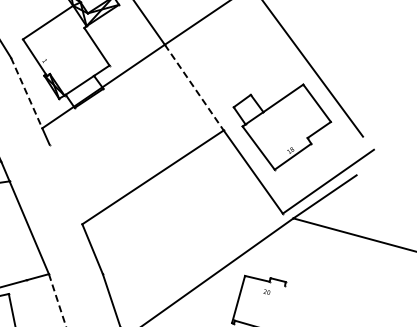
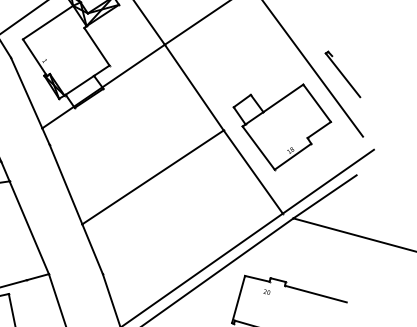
line at (23, 17): none -> present
part at (342, 74): none -> present
line at (194, 87): dashed -> solid
line at (26, 93): dashed -> solid
line at (65, 184): none -> present
line at (204, 268): none -> present
line at (315, 293): none -> present
line at (57, 300): dashed -> solid
